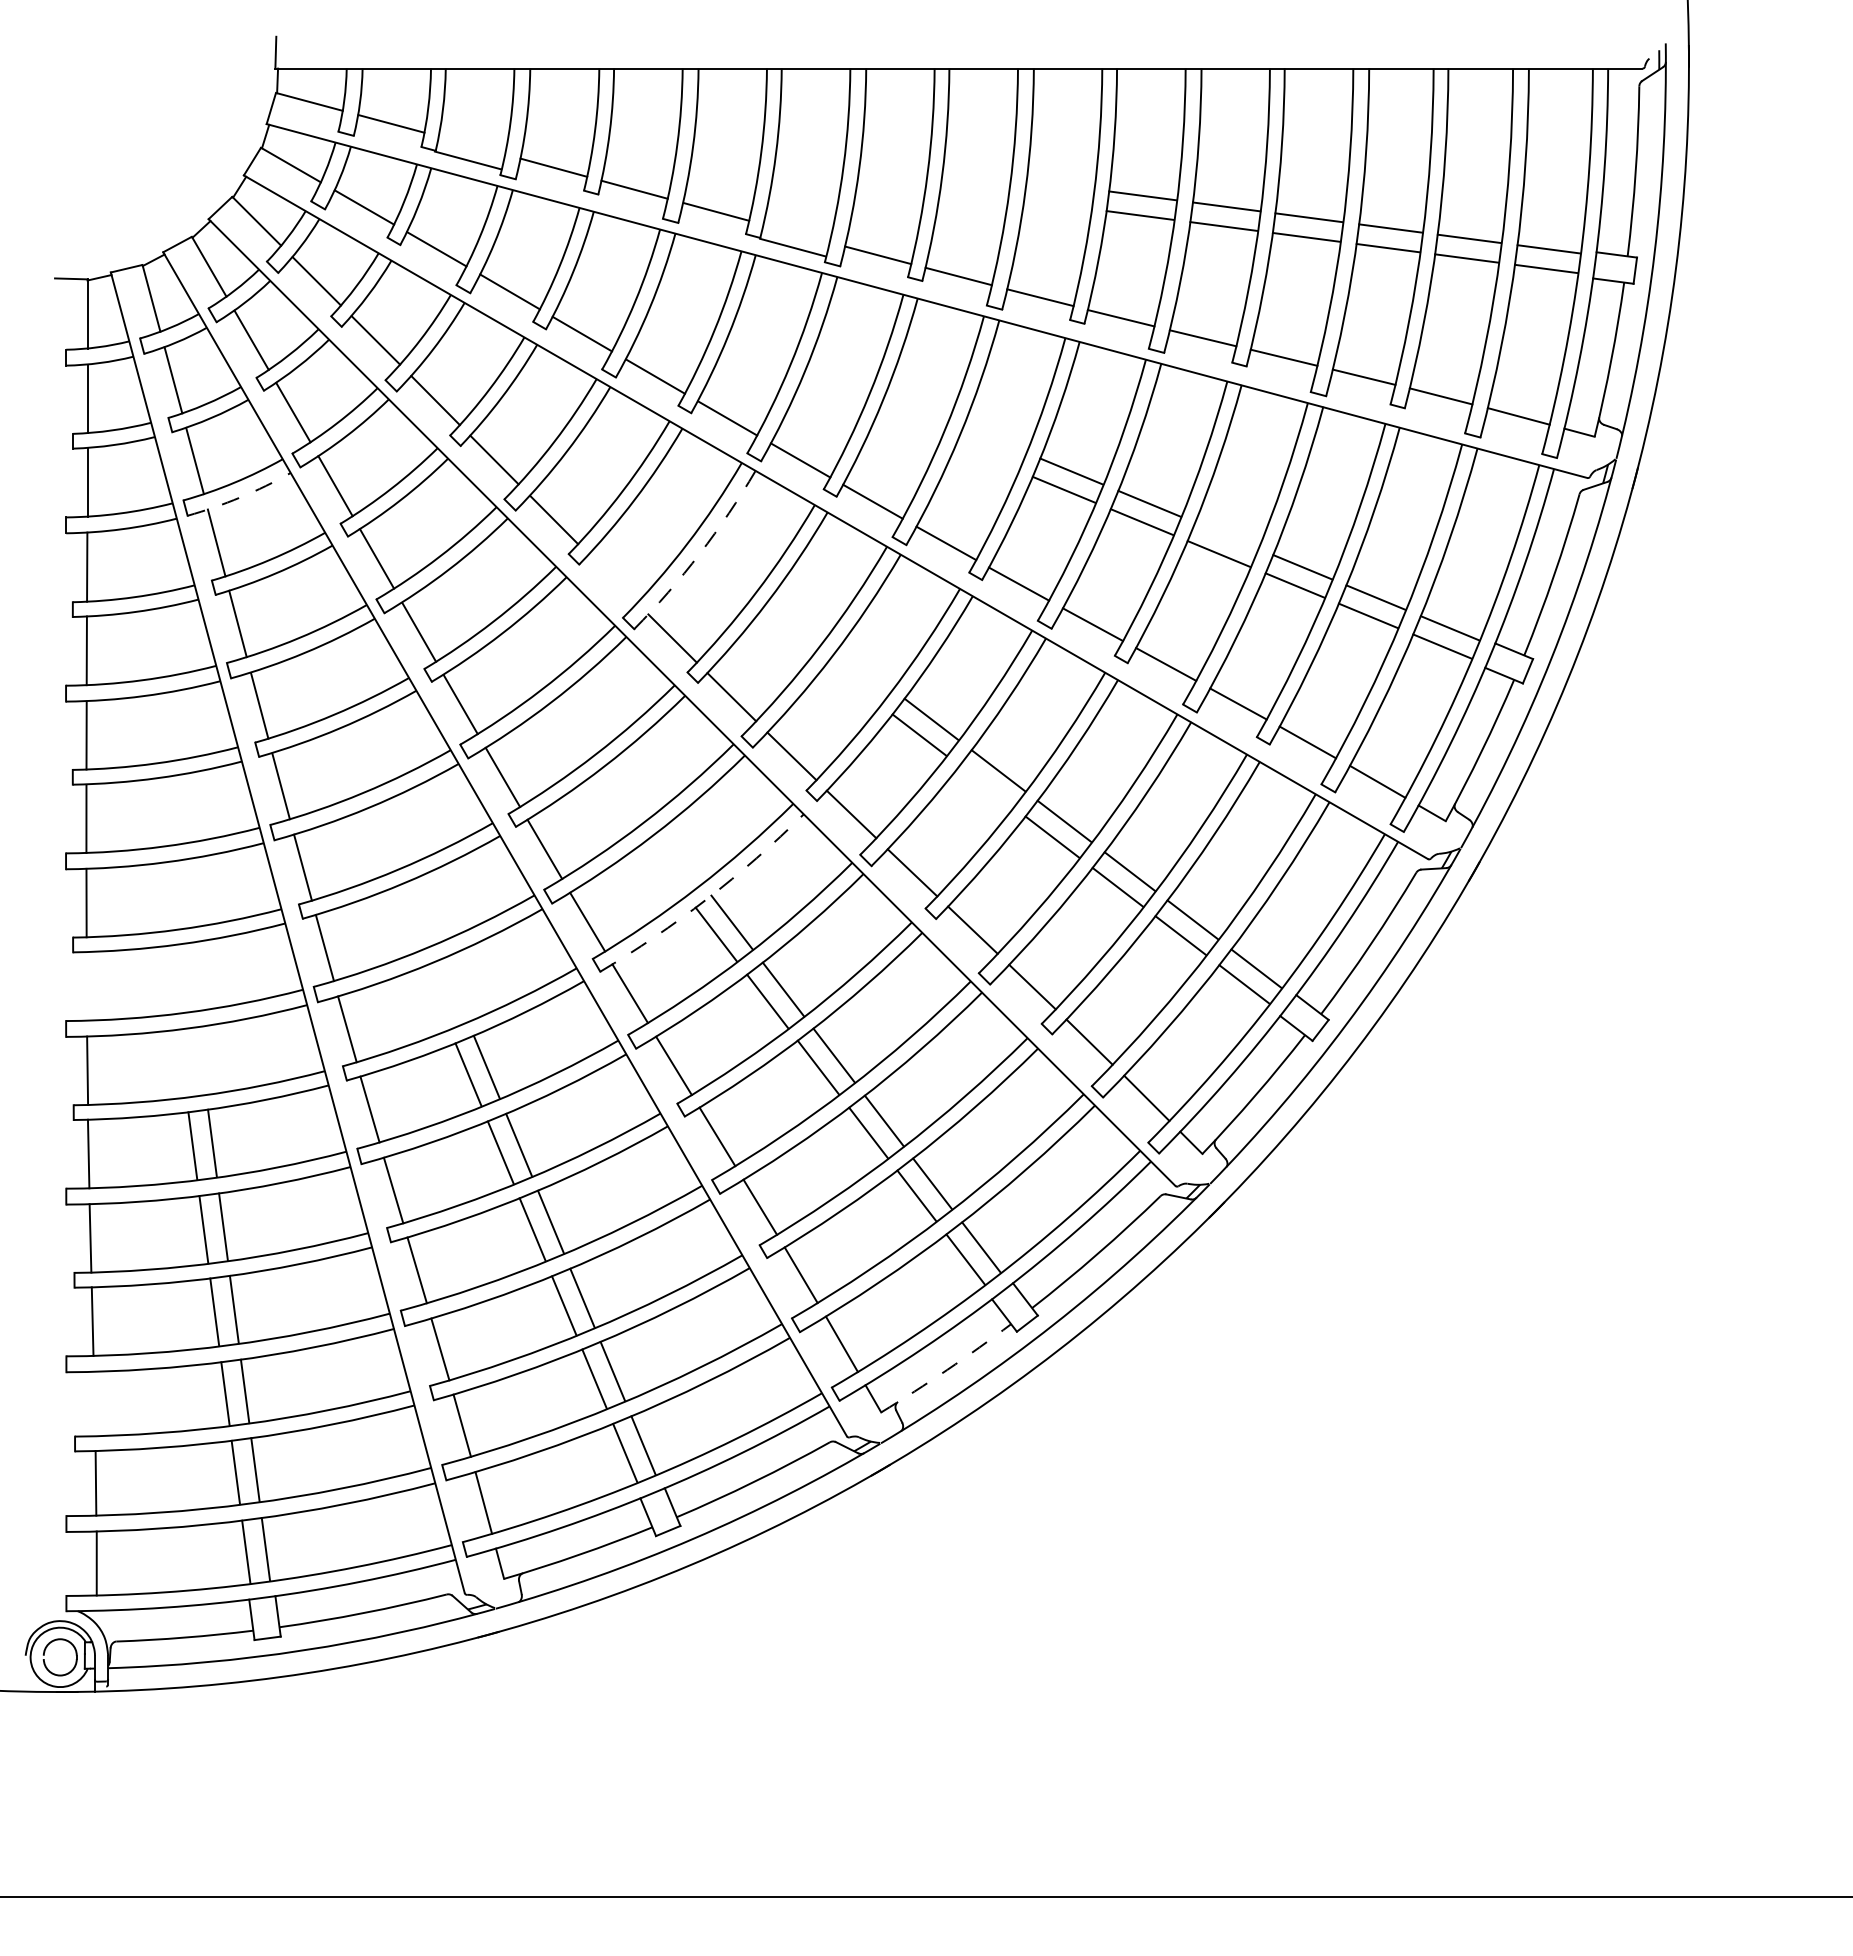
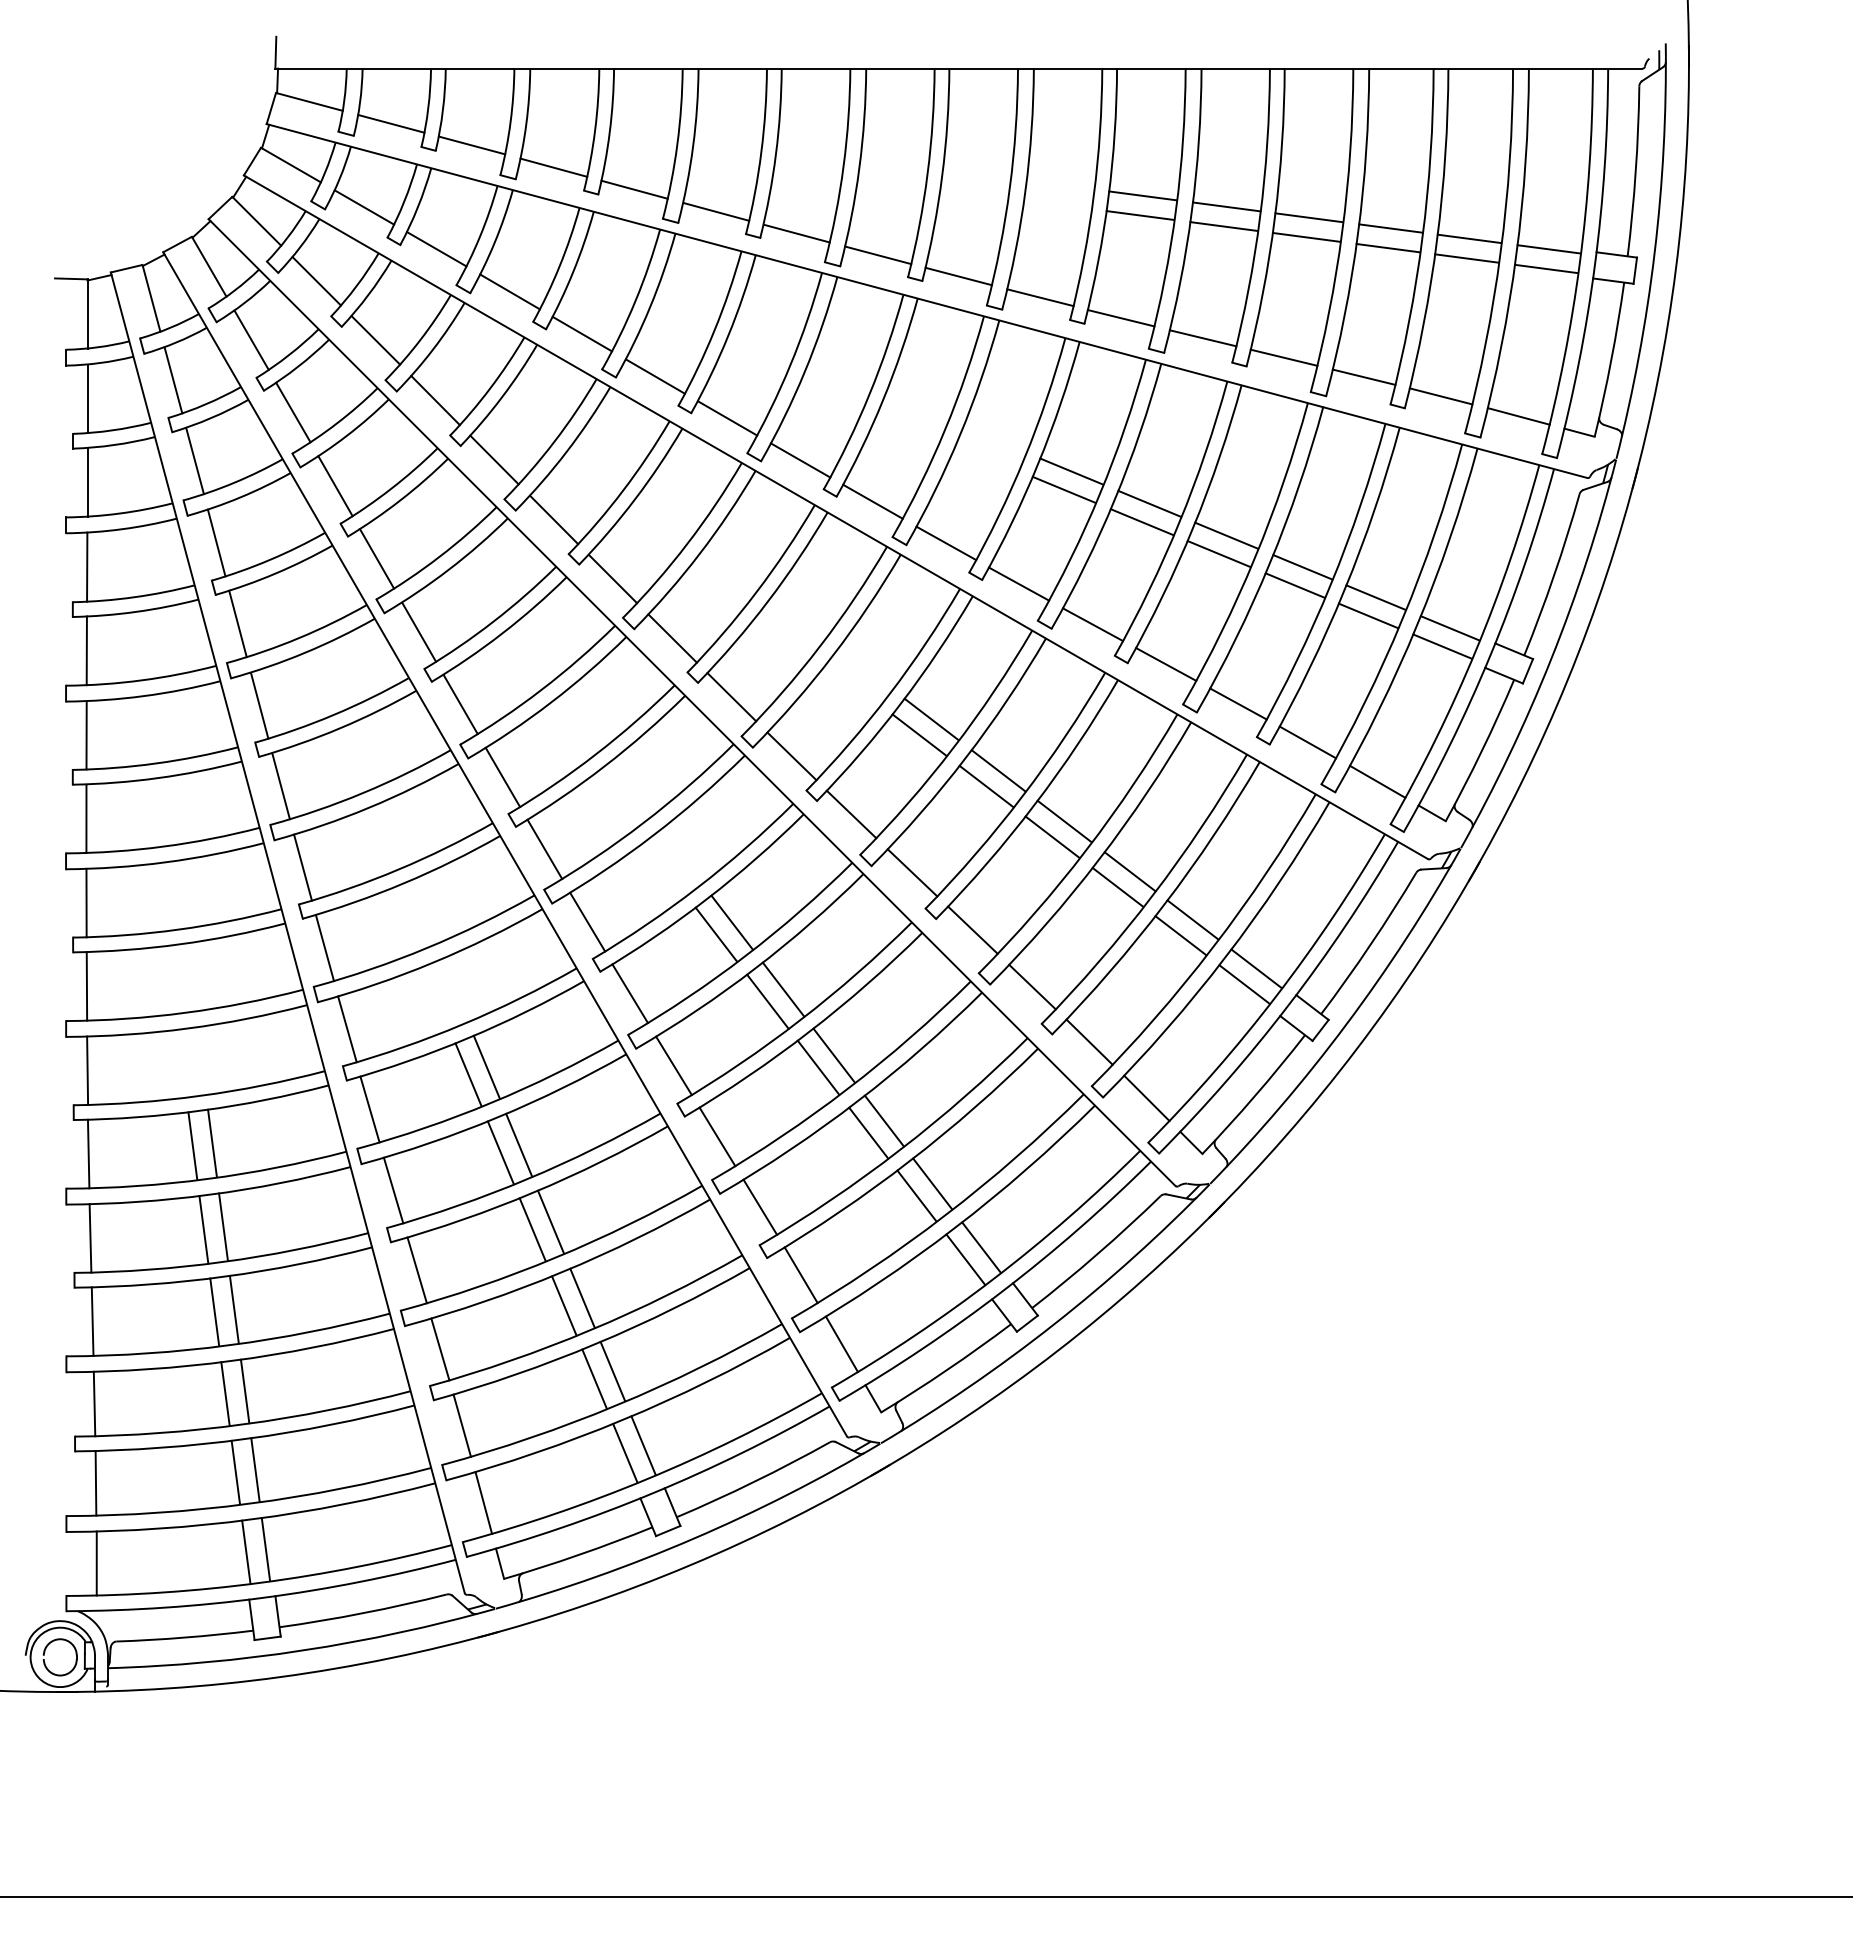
line at (467, 160) position: (467, 160) -> (471, 145)
line at (792, 247) position: (792, 247) -> (796, 233)
arc at (240, 497): dashed -> solid
line at (1226, 535): none -> present
arc at (699, 553): dashed -> solid
line at (613, 579): none -> present
line at (986, 786): none -> present
arc at (706, 899): dashed -> solid
line at (86, 986): none -> present
arc at (947, 1369): dashed -> solid
line at (94, 1403): none -> present
